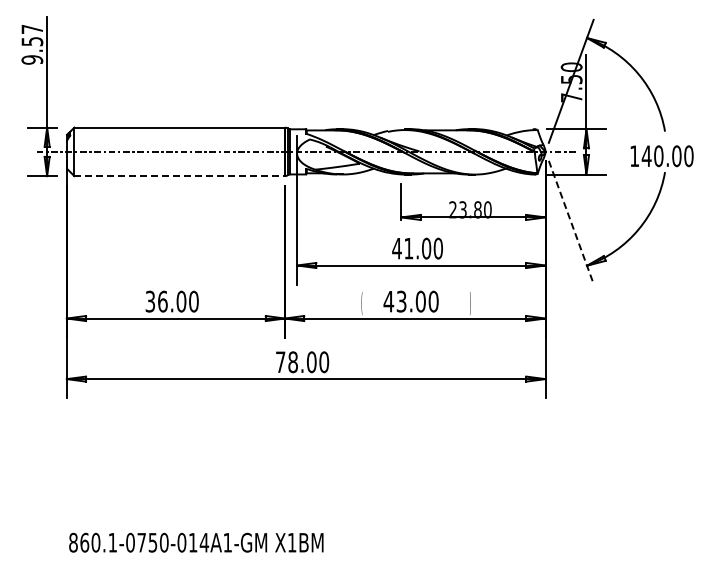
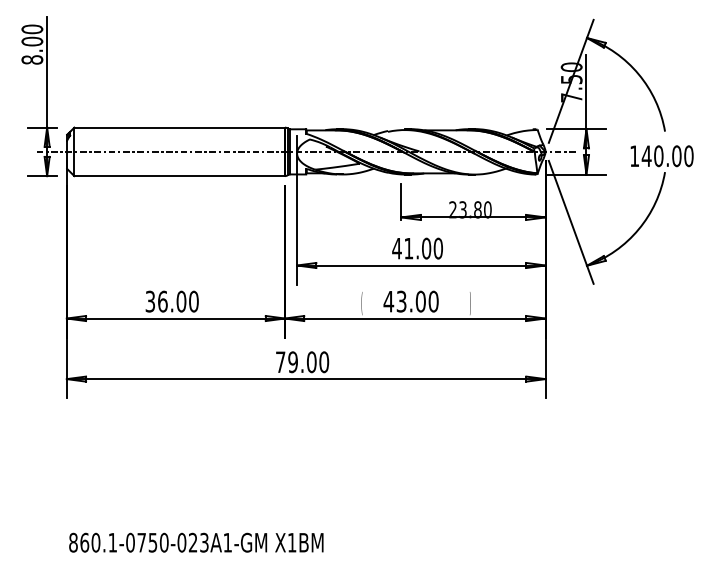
text at (32, 44): 9.57 -> 8.00
line at (180, 176): dashed -> solid
line at (571, 222): dashed -> solid
text at (292, 362): 78.00 -> 79.00
text at (198, 542): 860.1-0750-014A1-GM -> 860.1-0750-023A1-GM
